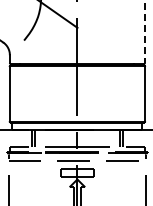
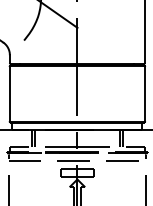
line at (144, 32): dashed -> solid
